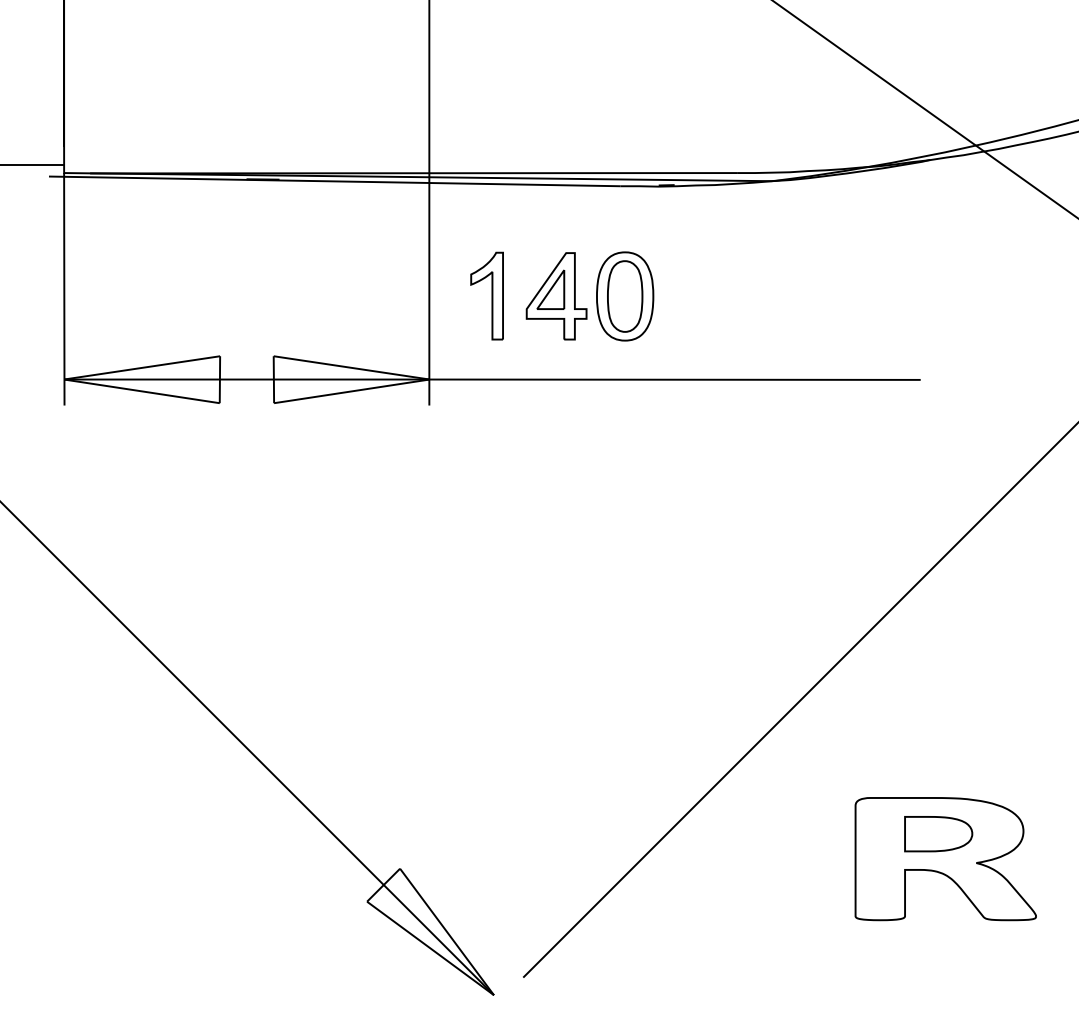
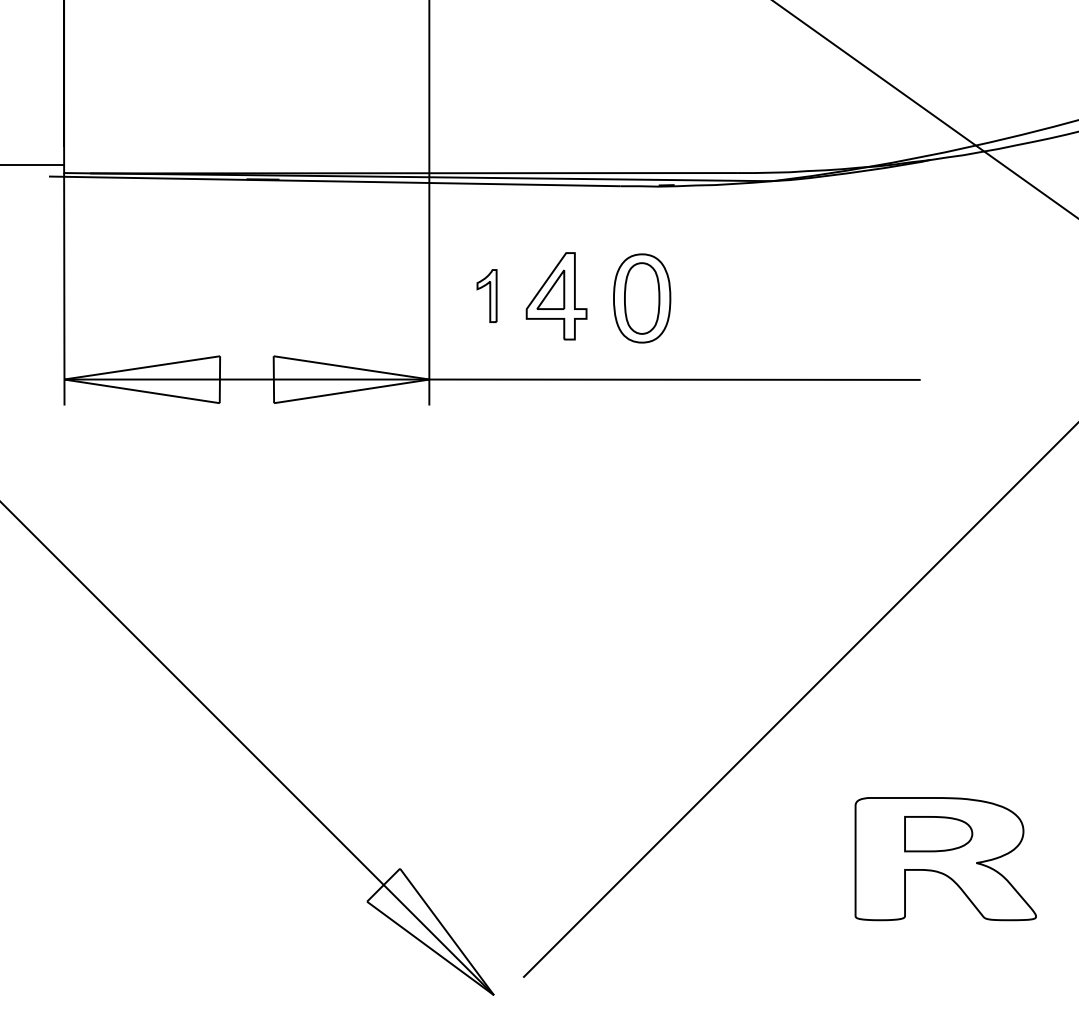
part at (486, 295) size: 34x90 px -> 22x54 px
part at (625, 296) position: (625, 296) -> (642, 298)
